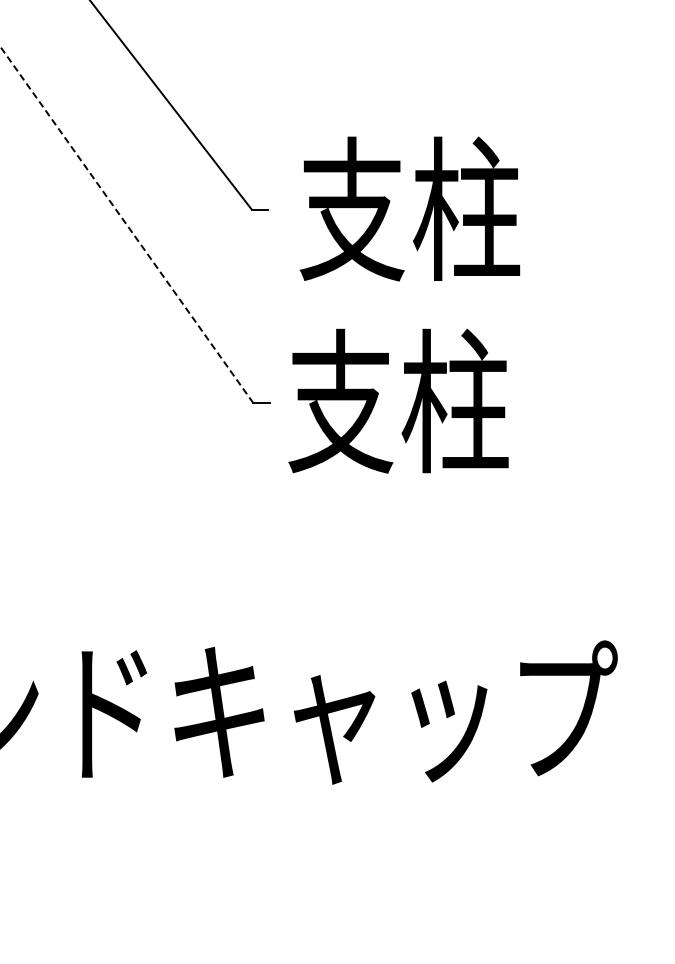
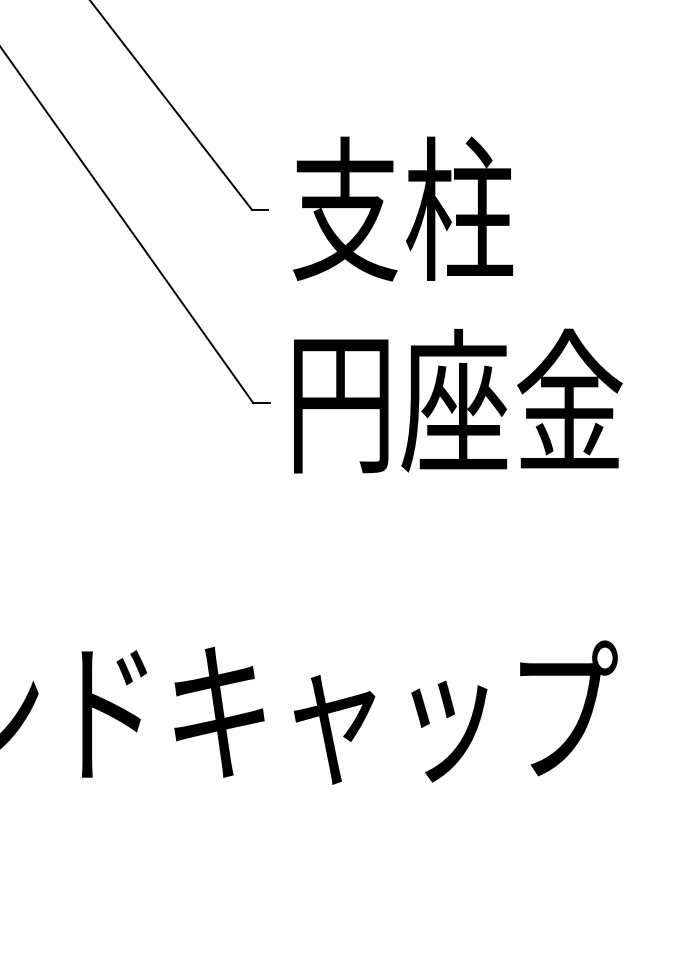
text at (409, 208) position: (409, 208) -> (402, 208)
line at (126, 224): dashed -> solid
text at (455, 400): 支柱 -> 円座金
